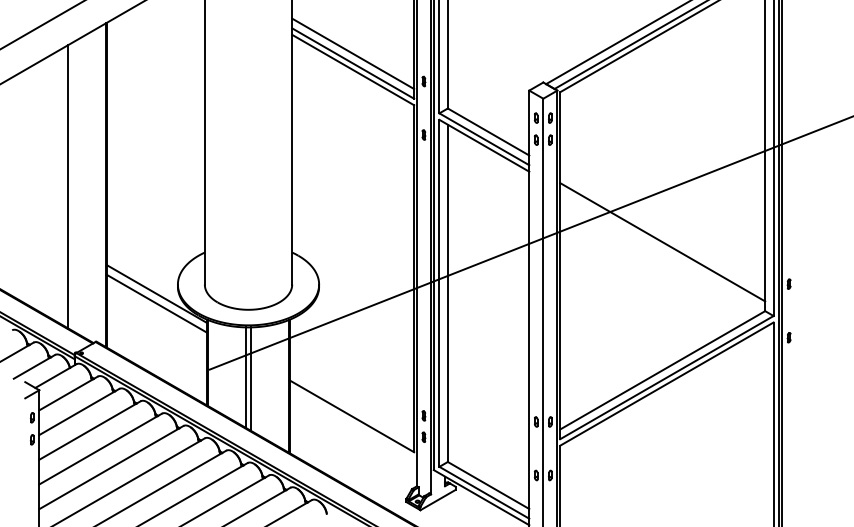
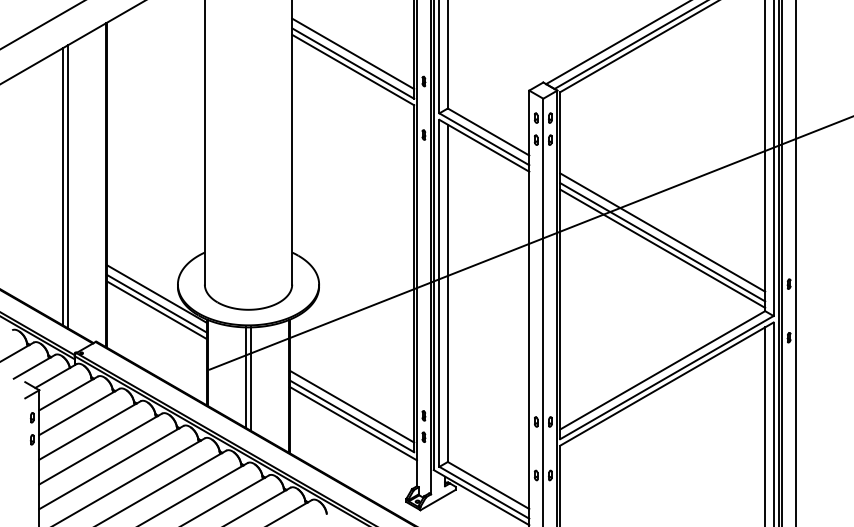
line at (63, 186): none -> present
line at (662, 232): none -> present
line at (662, 248): none -> present
line at (796, 262): none -> present
line at (156, 310): none -> present
line at (351, 406): none -> present
line at (352, 423): none -> present
line at (765, 425): none -> present
